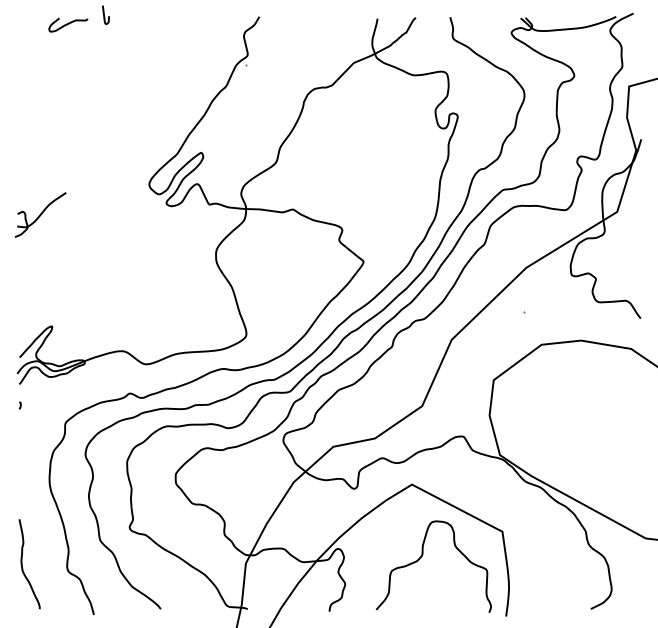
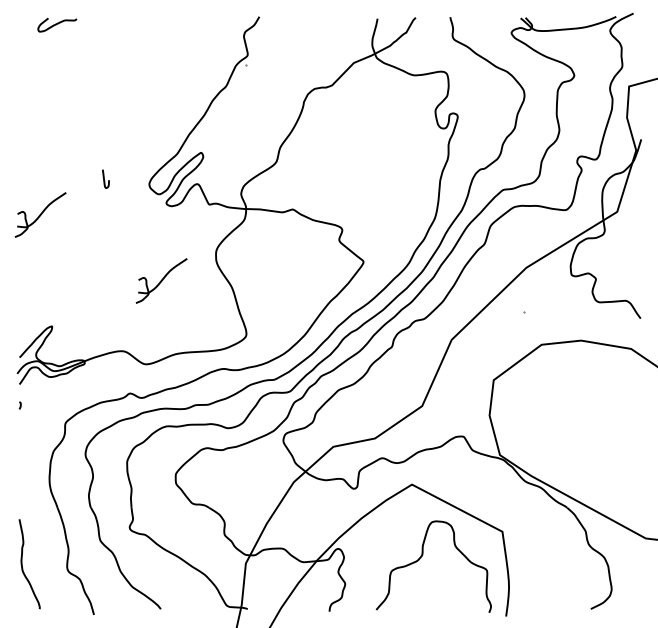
curve at (104, 14) position: (104, 14) -> (104, 178)
curve at (68, 24) position: (68, 24) -> (57, 24)
part at (161, 280): none -> present
